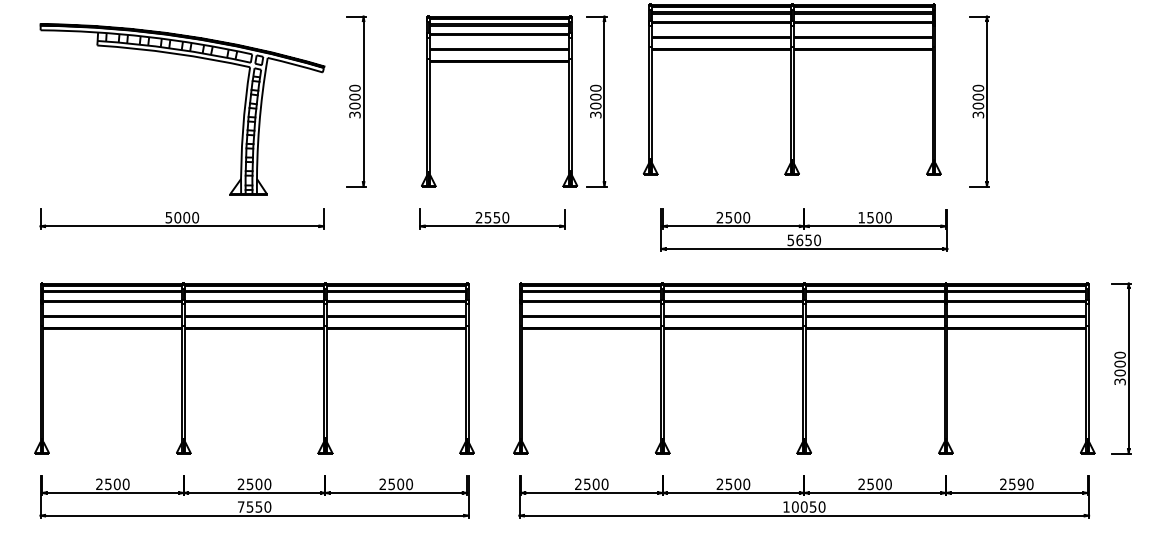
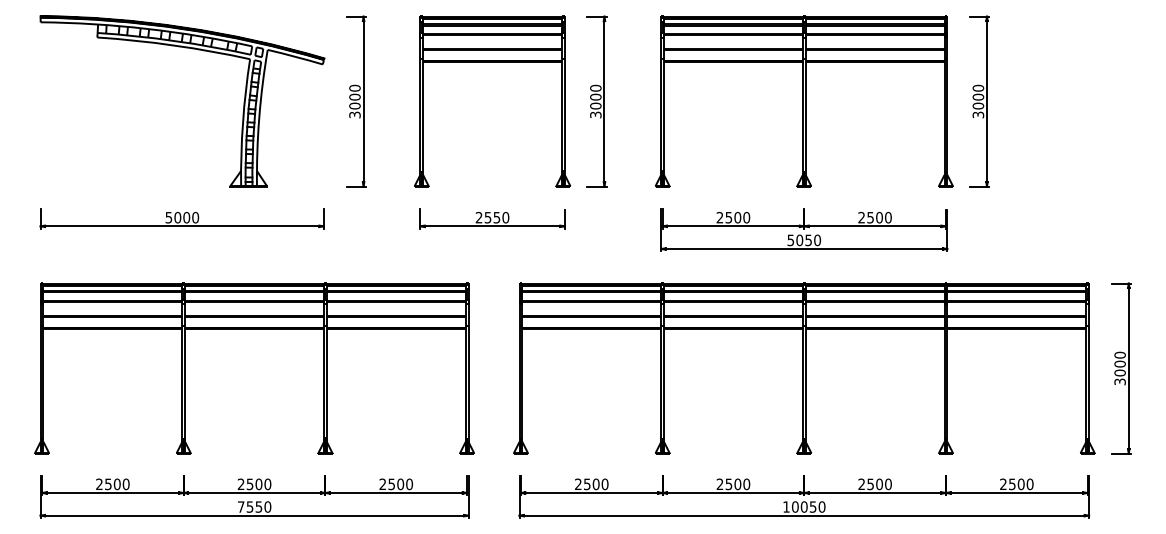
part at (192, 57) position: (192, 57) -> (192, 49)
part at (499, 62) position: (499, 62) -> (492, 62)
part at (791, 89) position: (791, 89) -> (803, 101)
text at (861, 217): 1500 -> 2500
text at (799, 239): 5650 -> 5050
text at (1020, 484): 2590 -> 2500
